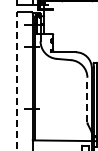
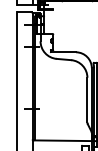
line at (16, 80): dashed -> solid
line at (87, 99): dashed -> solid
